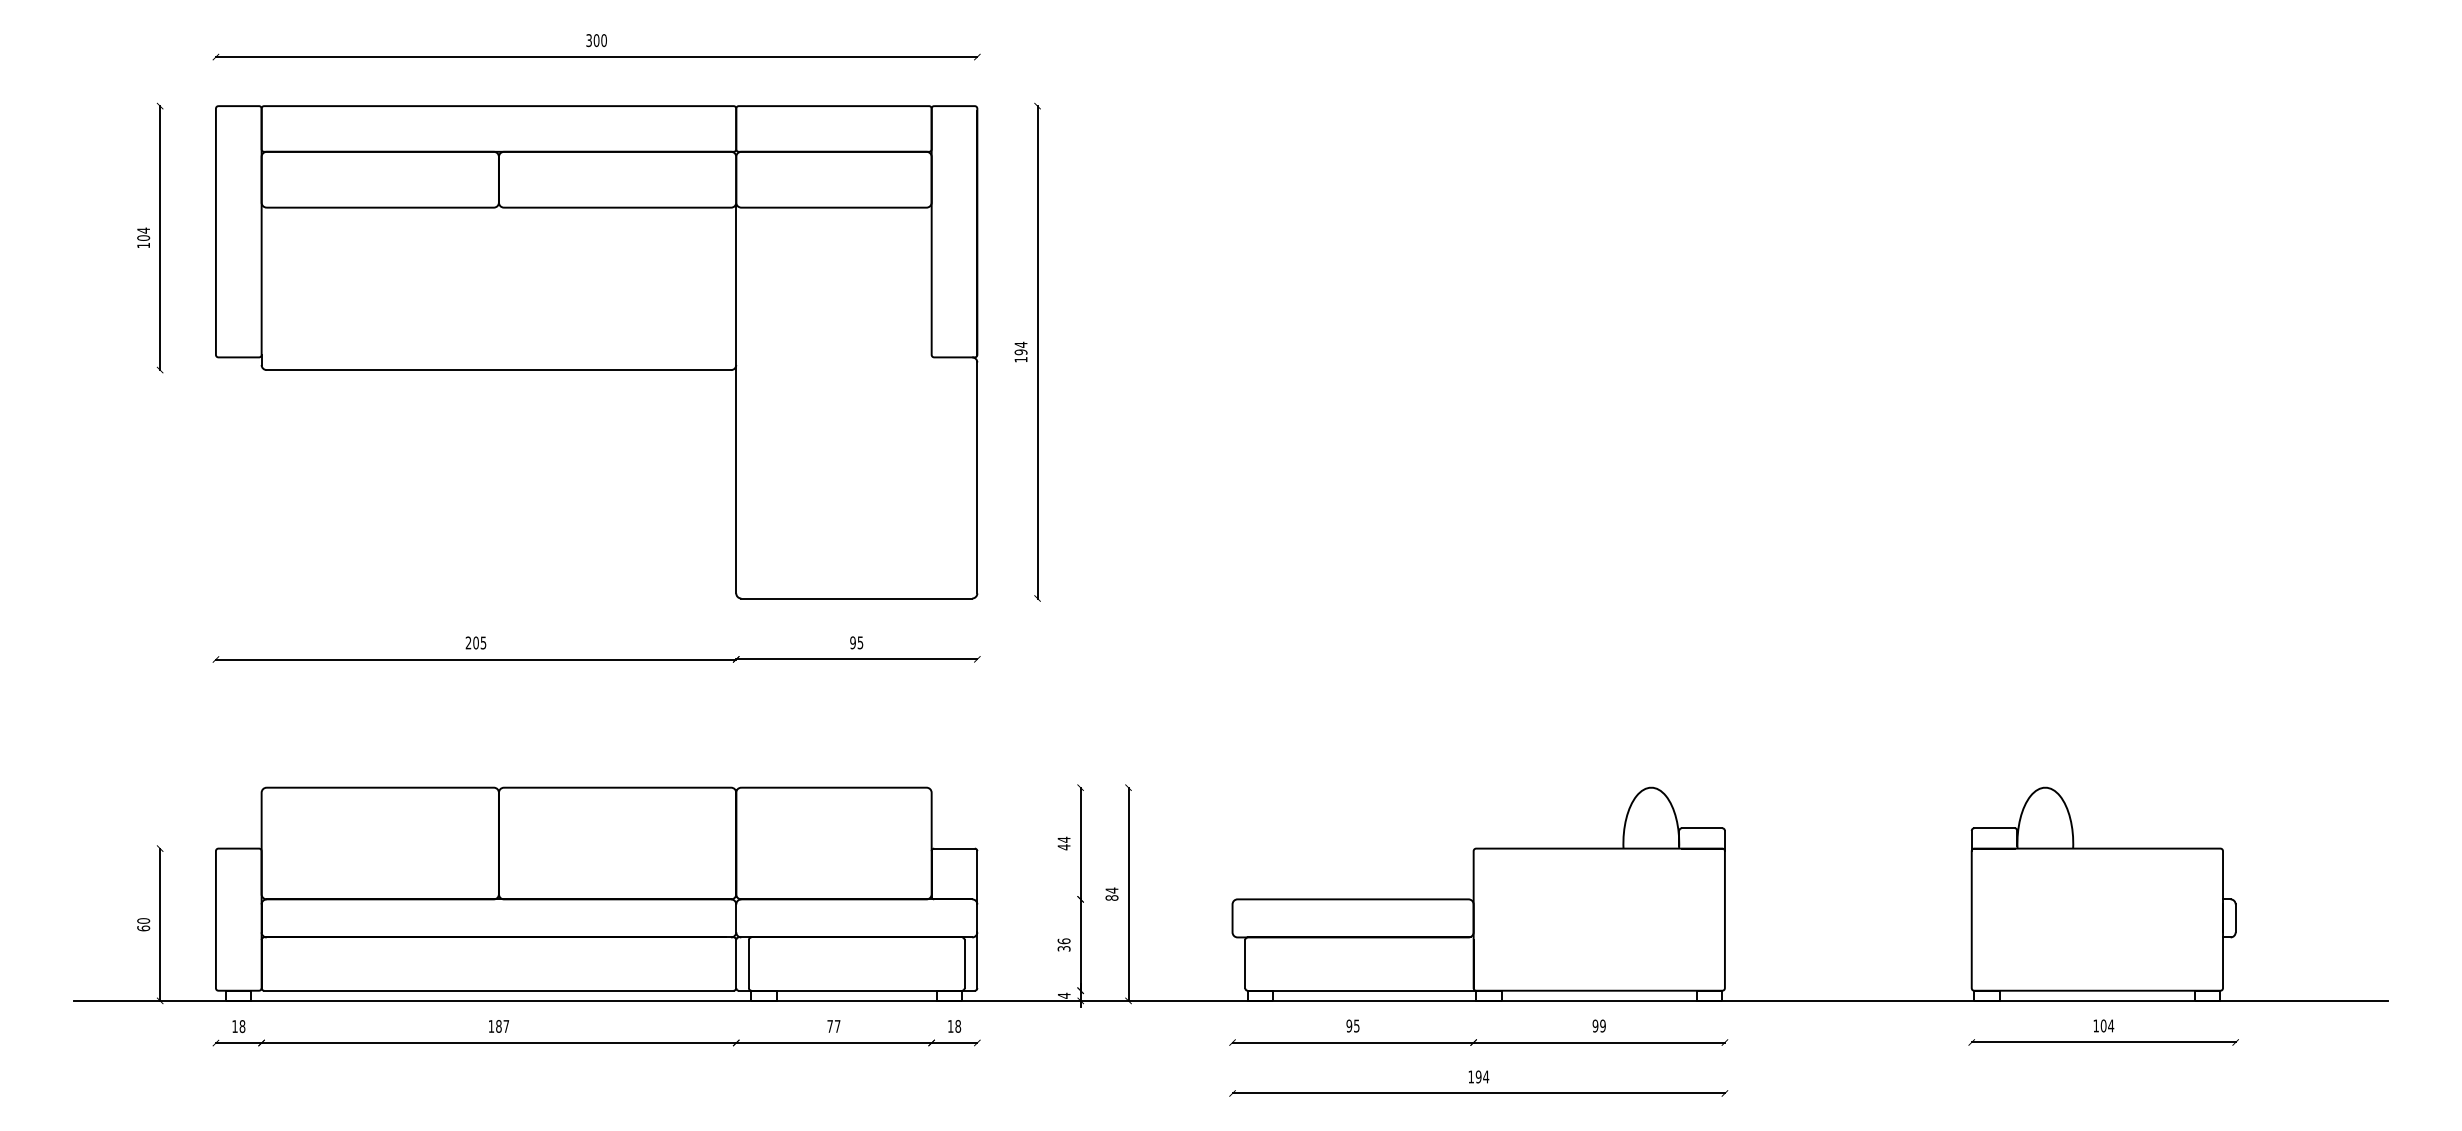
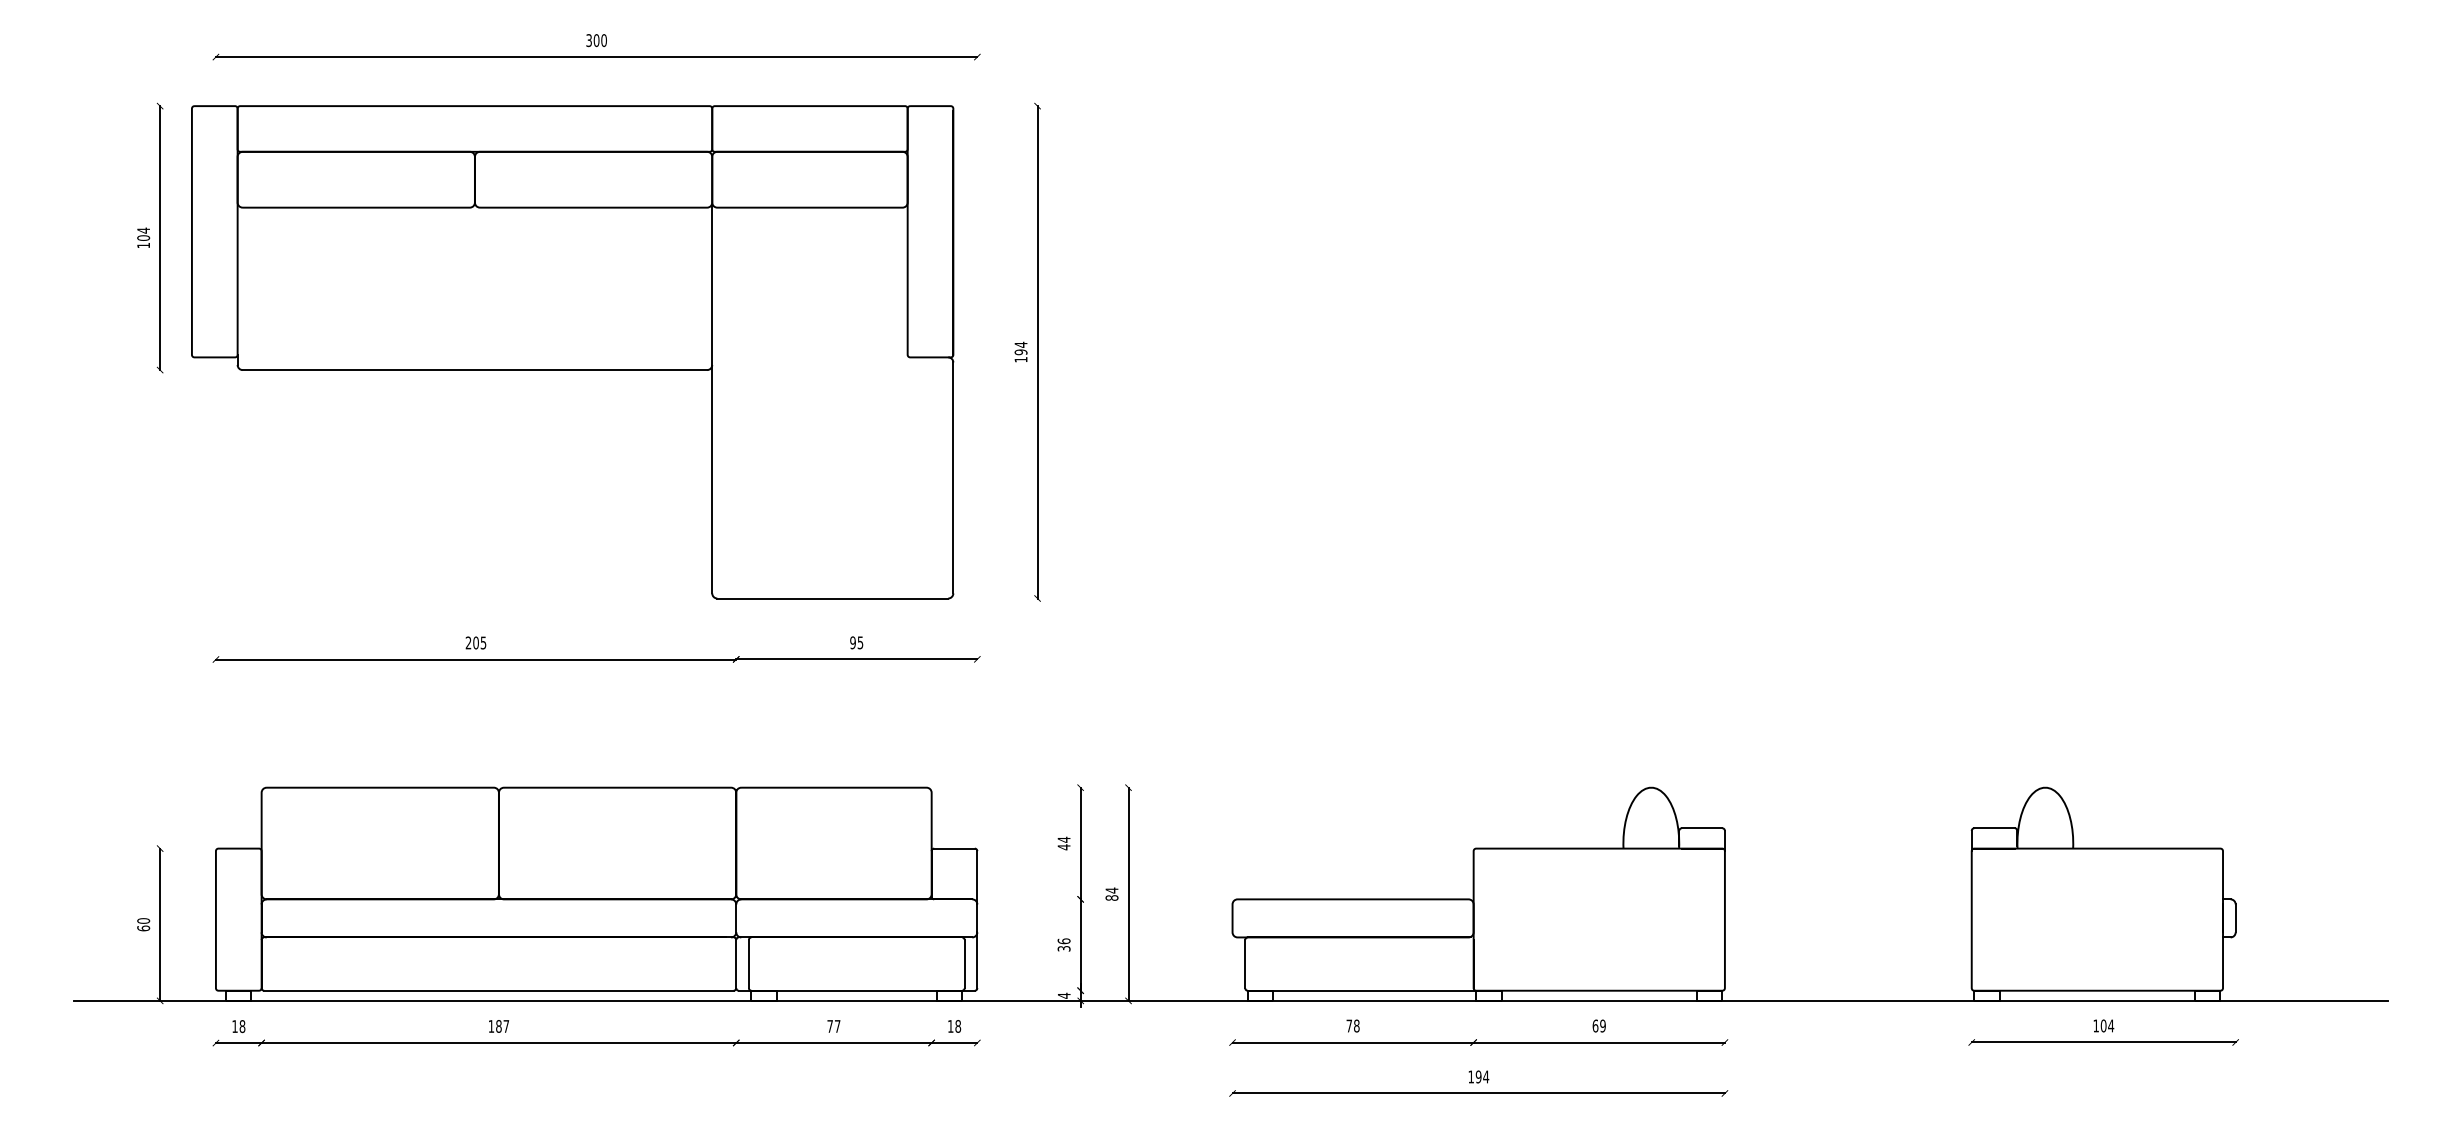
part at (596, 352) position: (596, 352) -> (572, 352)
text at (1352, 1025): 95 -> 78
text at (1595, 1025): 99 -> 69
